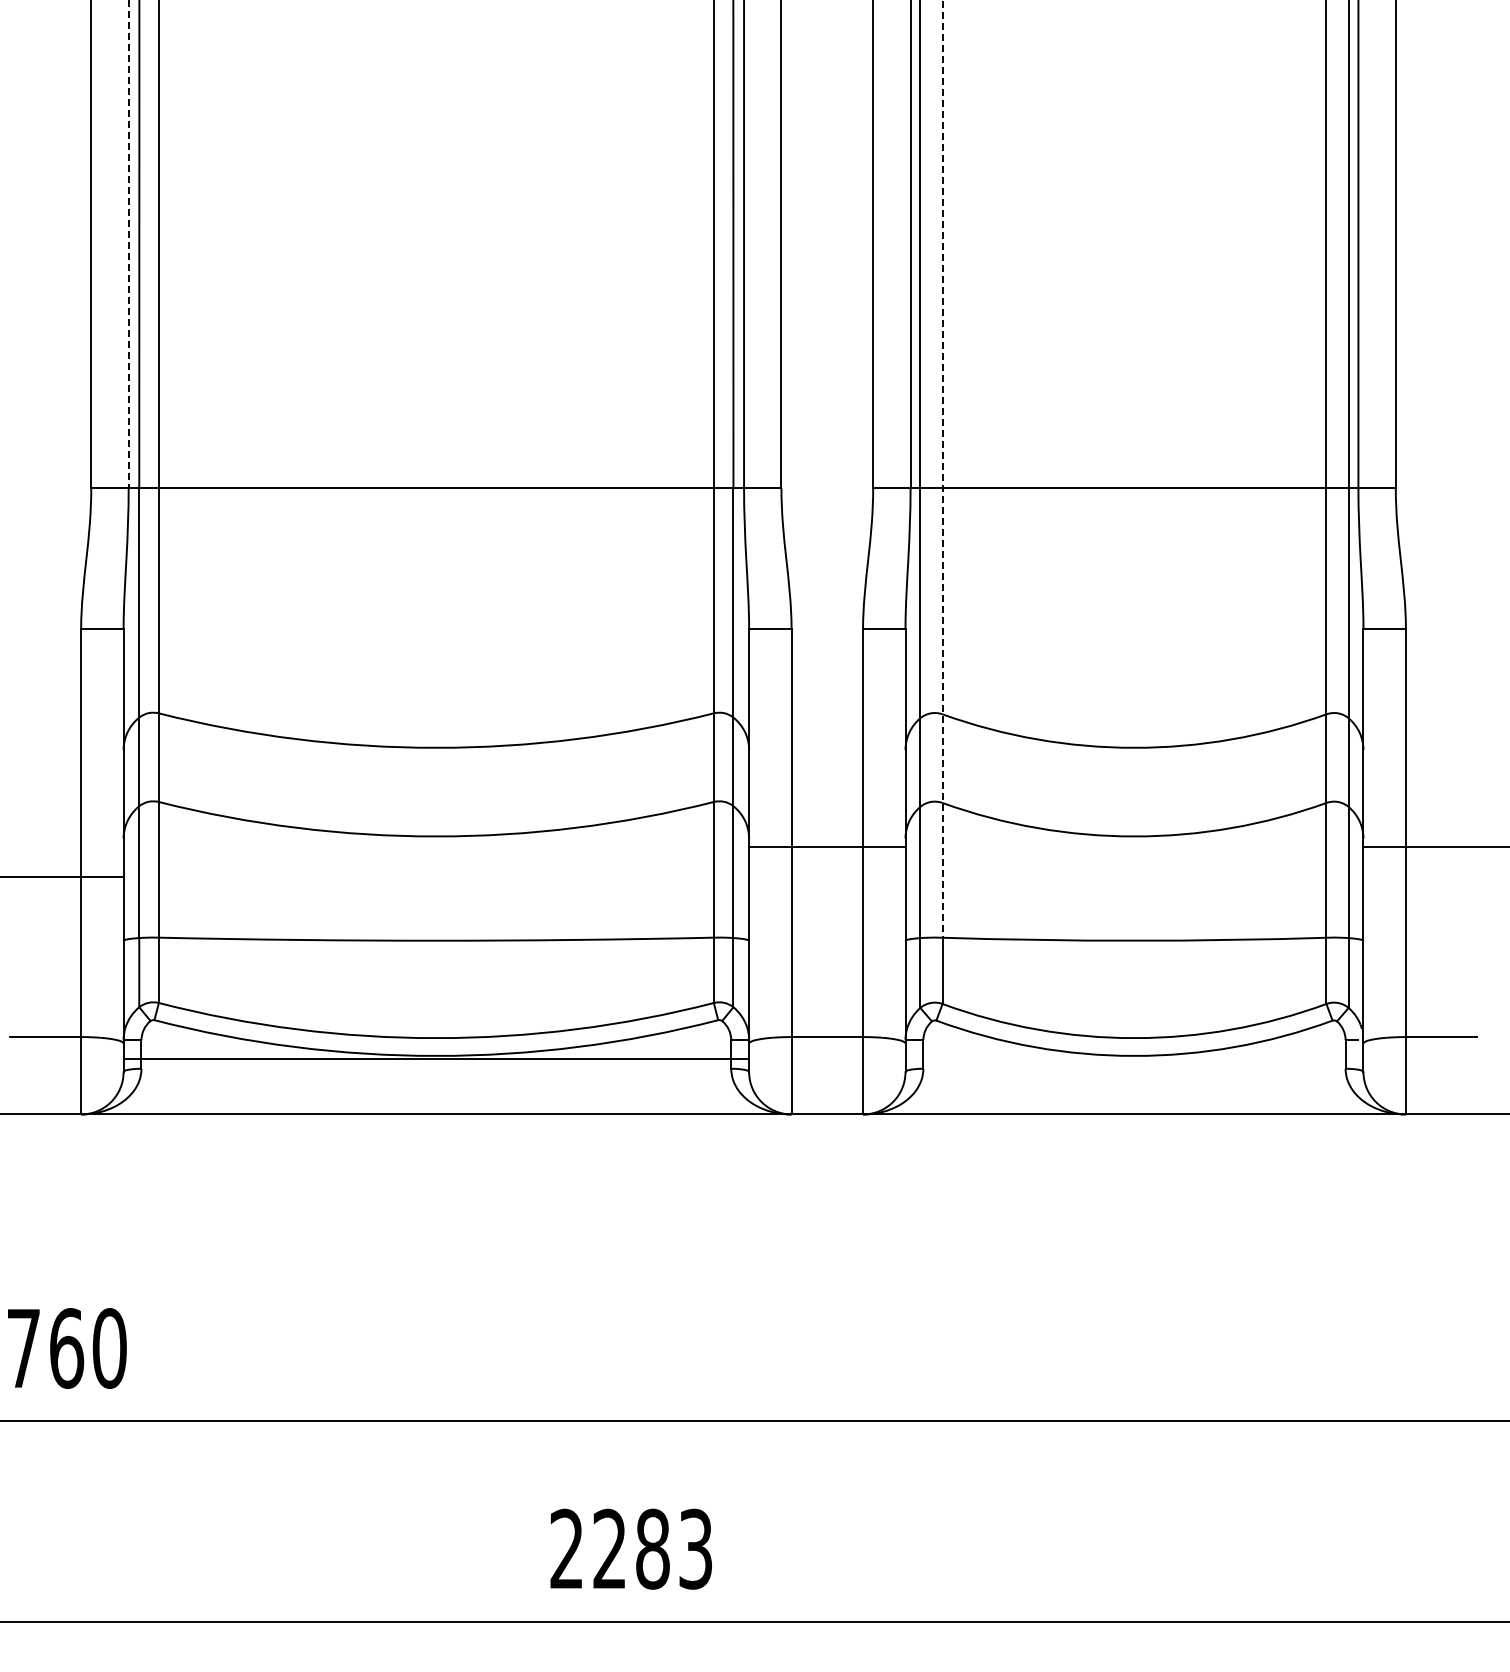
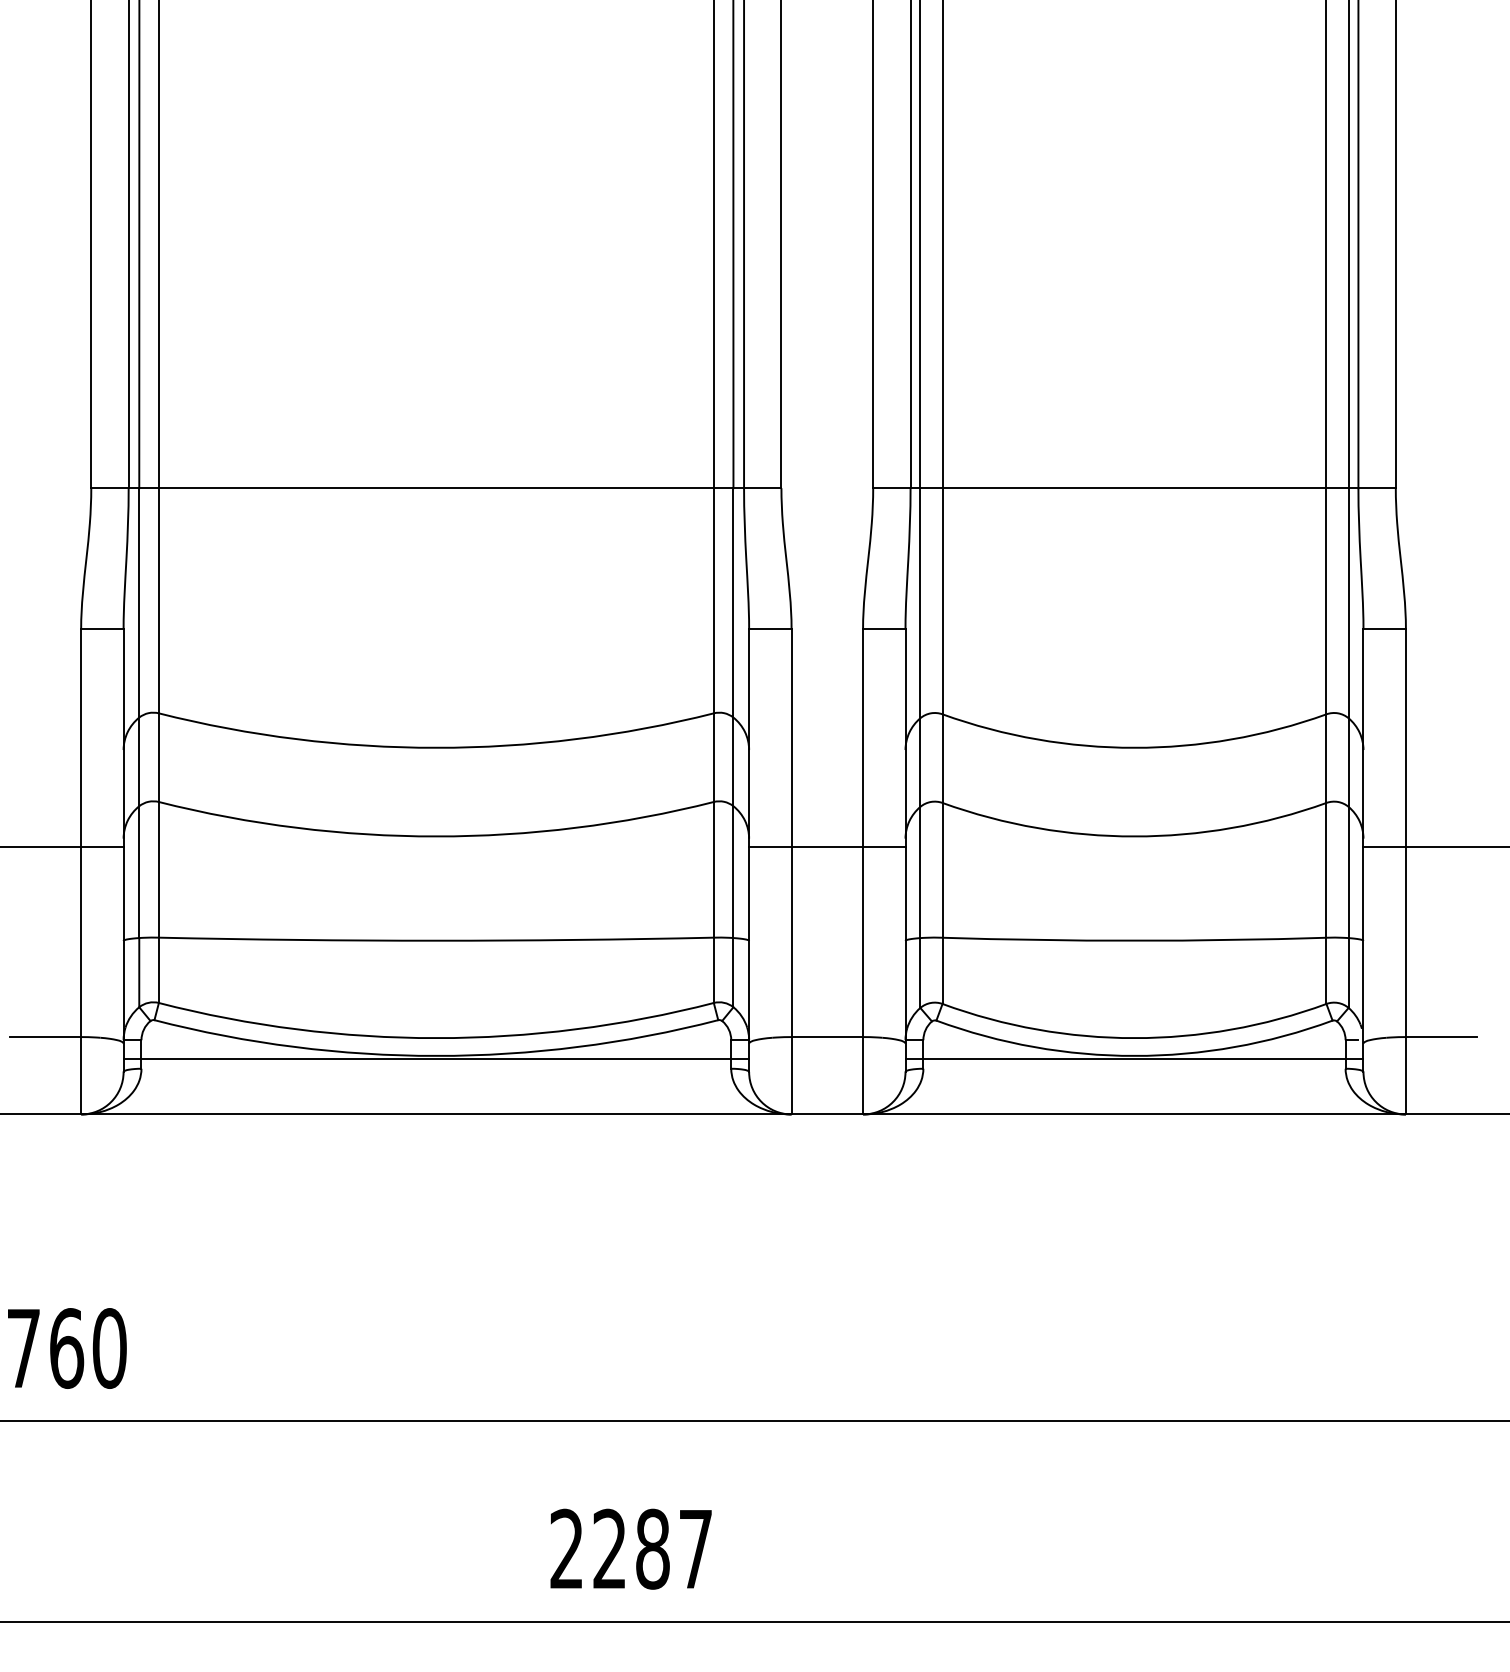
line at (128, 244): dashed -> solid
line at (942, 469): dashed -> solid
line at (62, 876) position: (62, 876) -> (62, 846)
line at (1134, 1058): none -> present
text at (695, 1548): 2283 -> 2287
